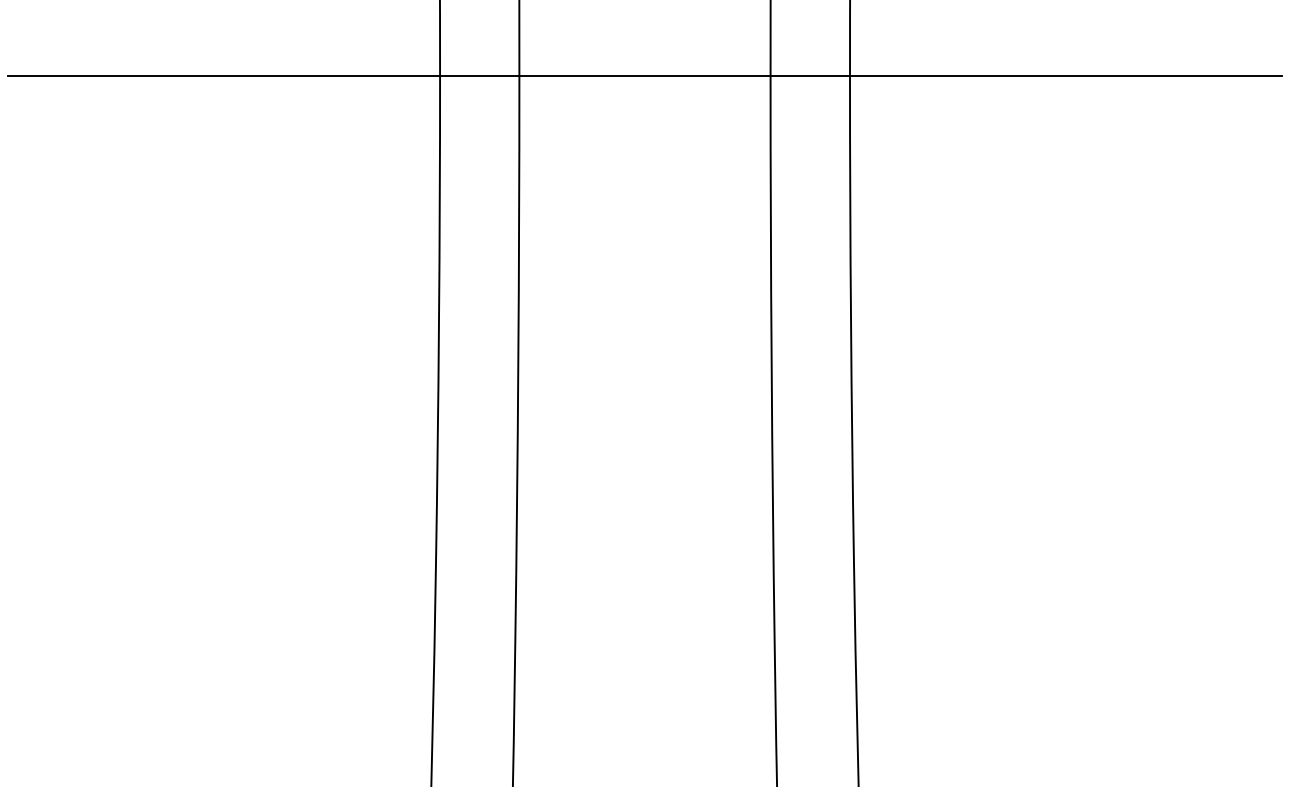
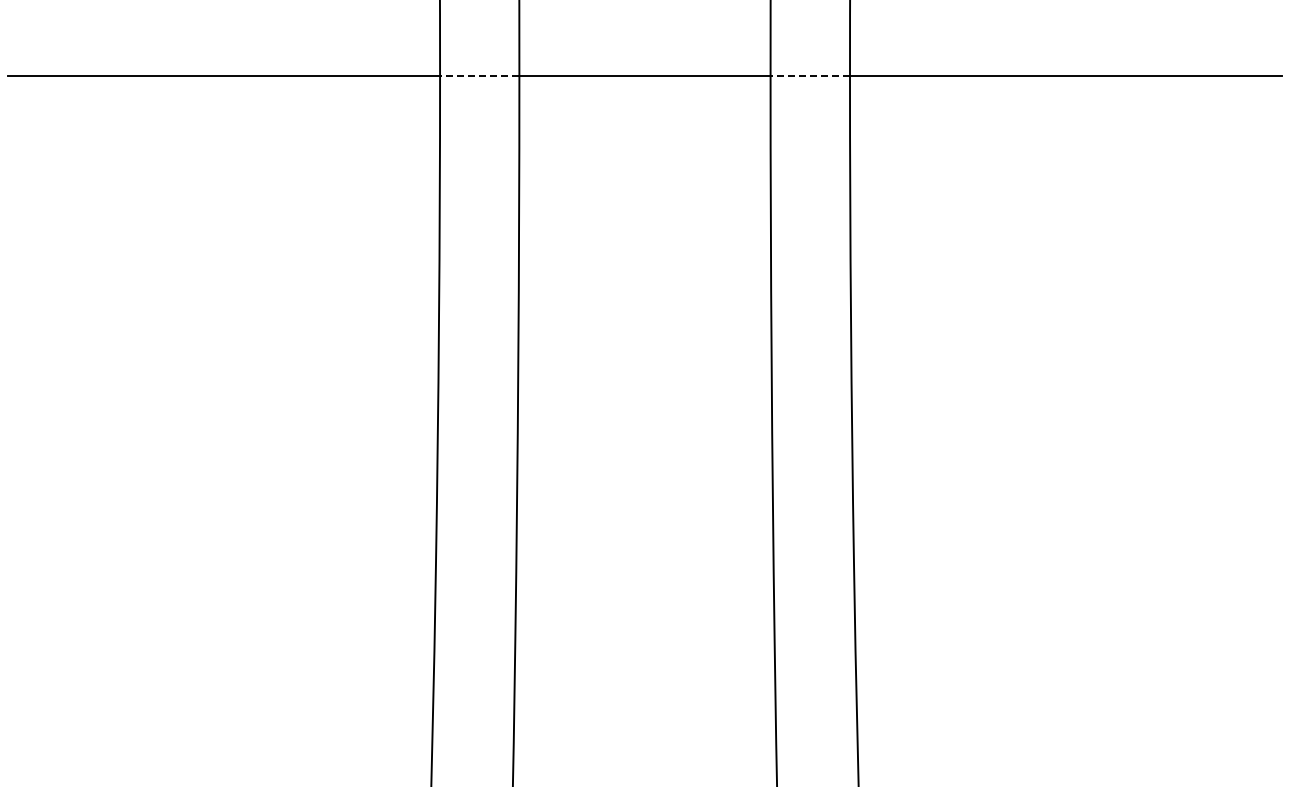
line at (479, 76): solid -> dashed
line at (810, 76): solid -> dashed
